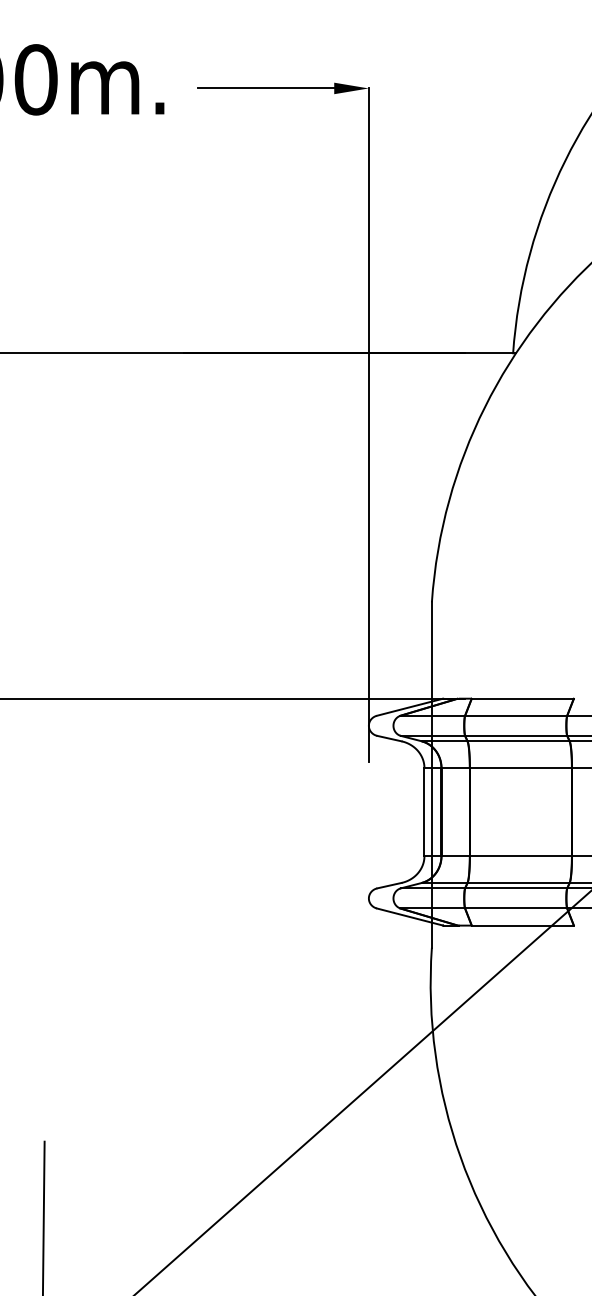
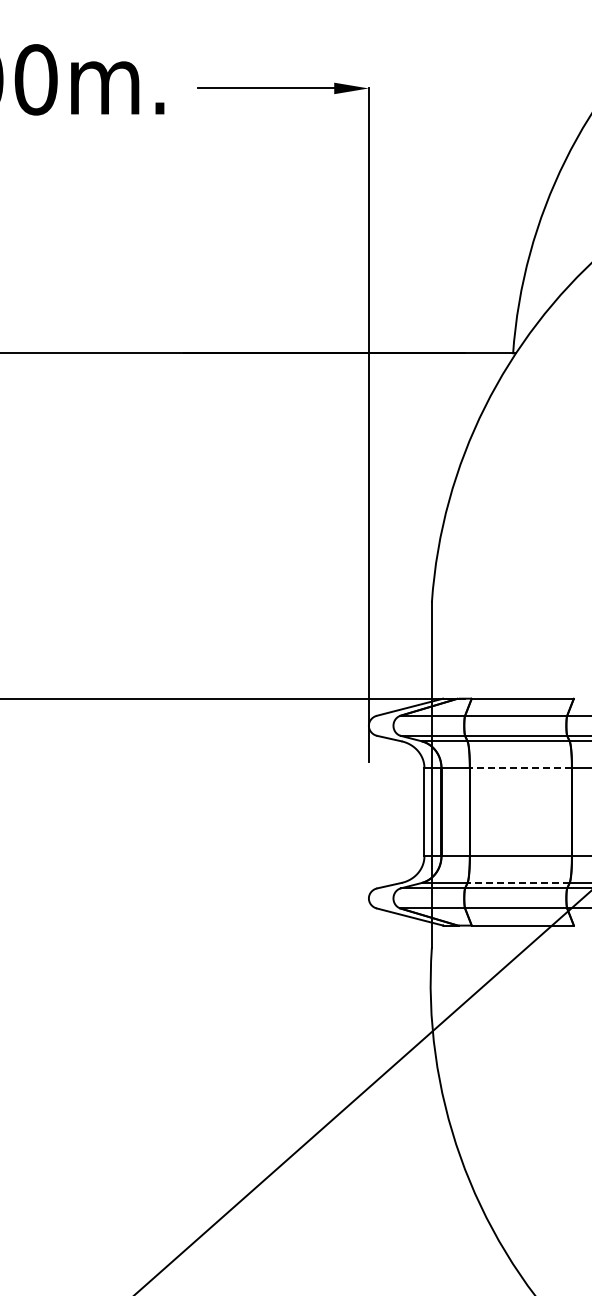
line at (520, 768): solid -> dashed
line at (518, 882): solid -> dashed
line at (43, 1216): present -> none
